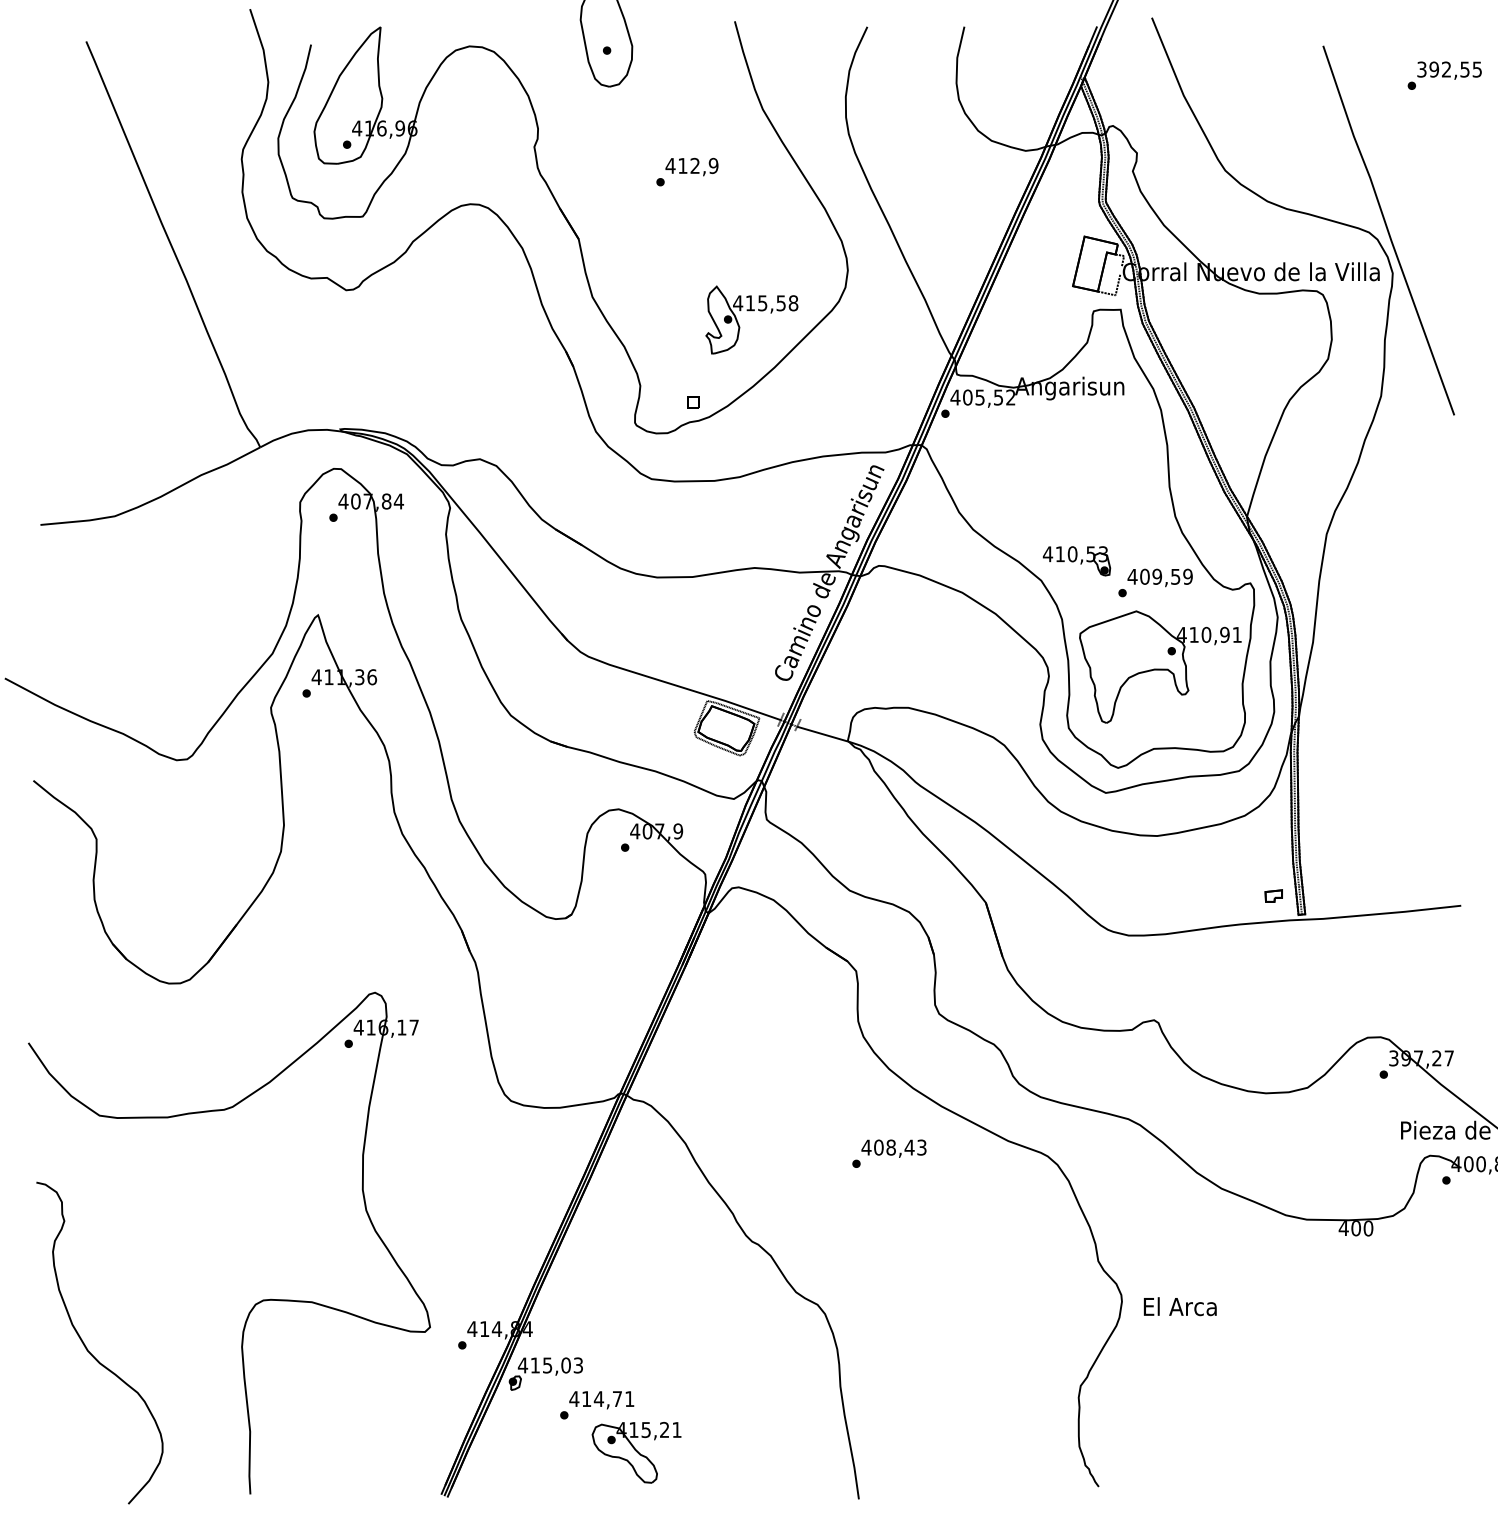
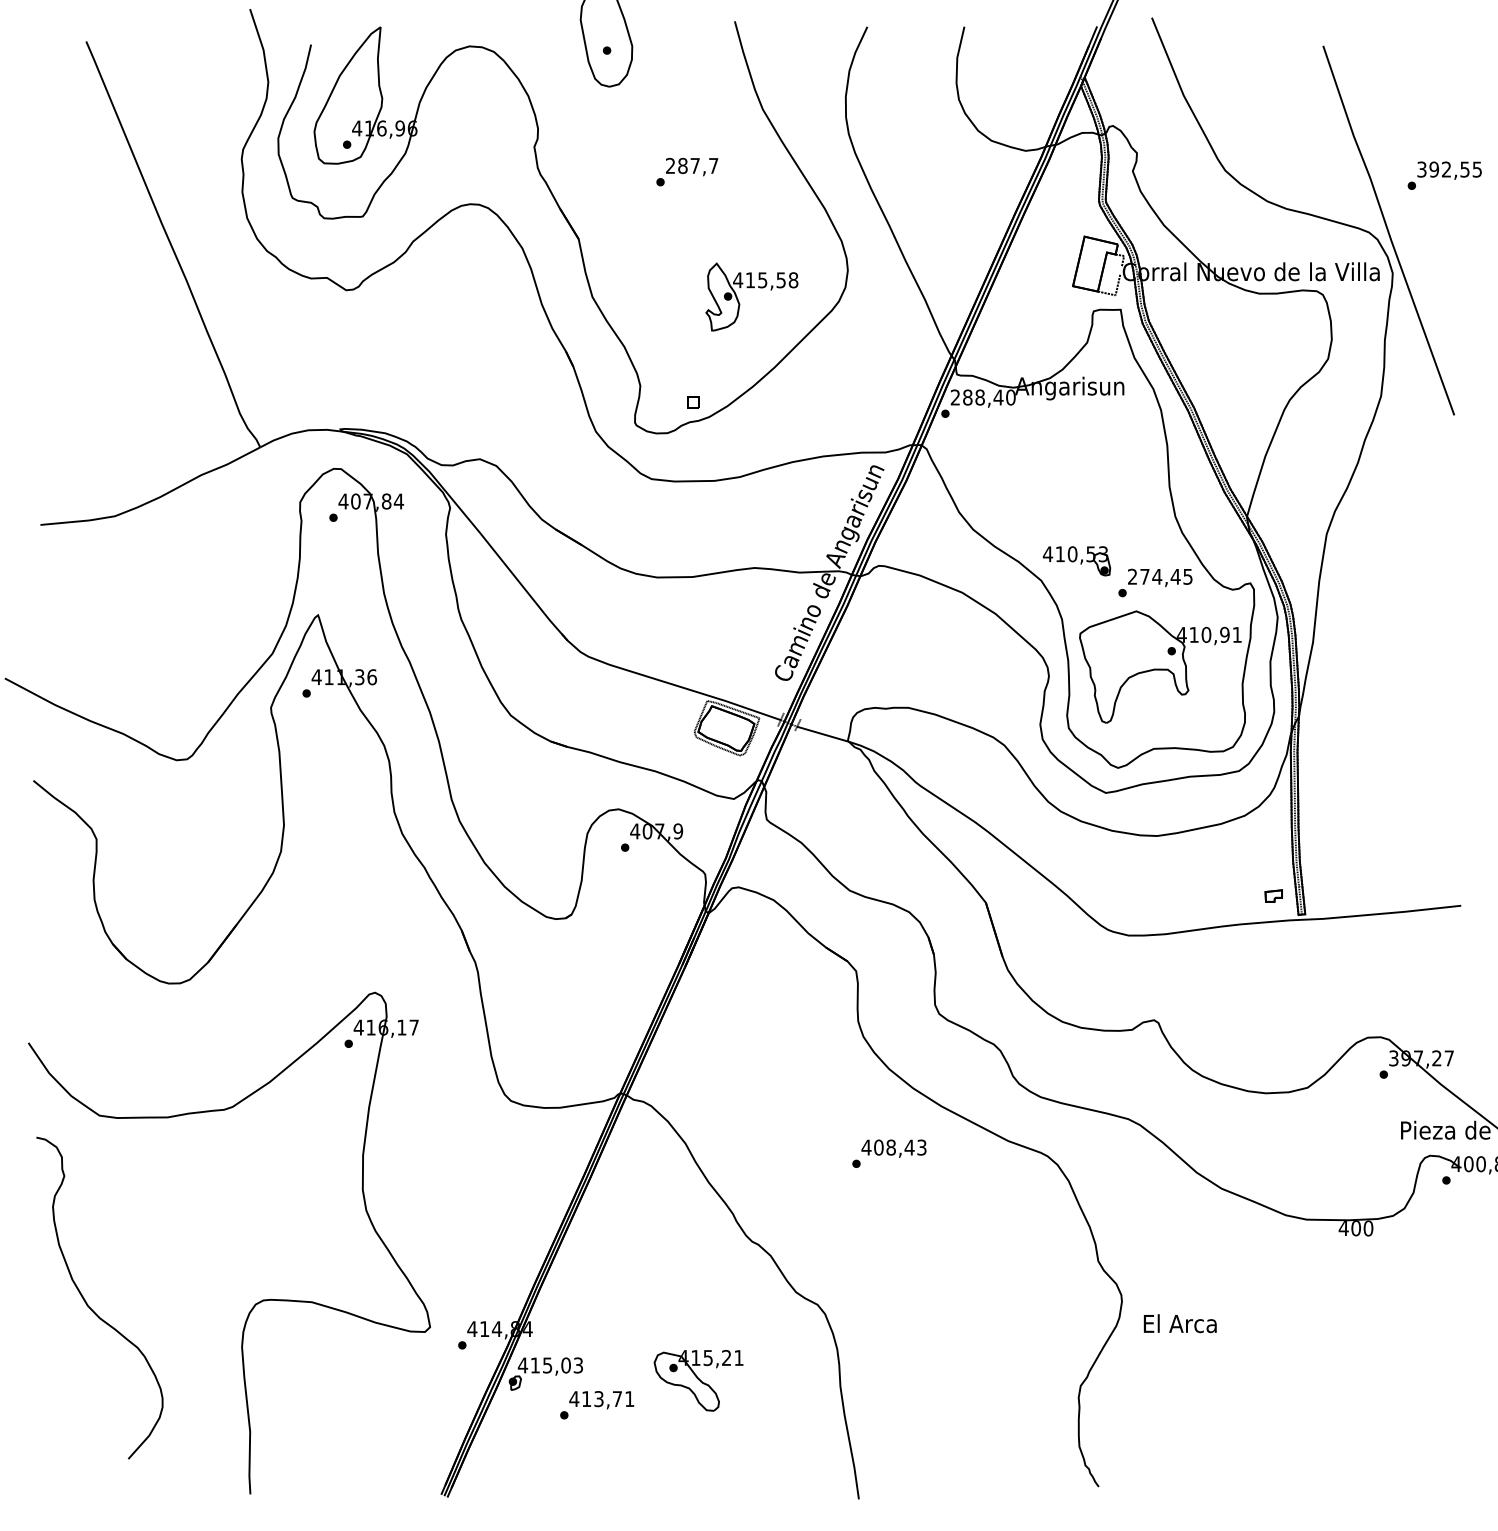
text at (1444, 75) position: (1444, 75) -> (1444, 175)
text at (691, 165): 412,9 -> 287,7
part at (751, 311) position: (751, 311) -> (751, 288)
text at (982, 397): 405,52 -> 288,40
text at (1159, 576): 409,59 -> 274,45
text at (1179, 1306) position: (1179, 1306) -> (1179, 1323)
part at (88, 1349) position: (88, 1349) -> (88, 1304)
text at (598, 1399): 414,71 -> 413,71
part at (636, 1452) position: (636, 1452) -> (698, 1380)
